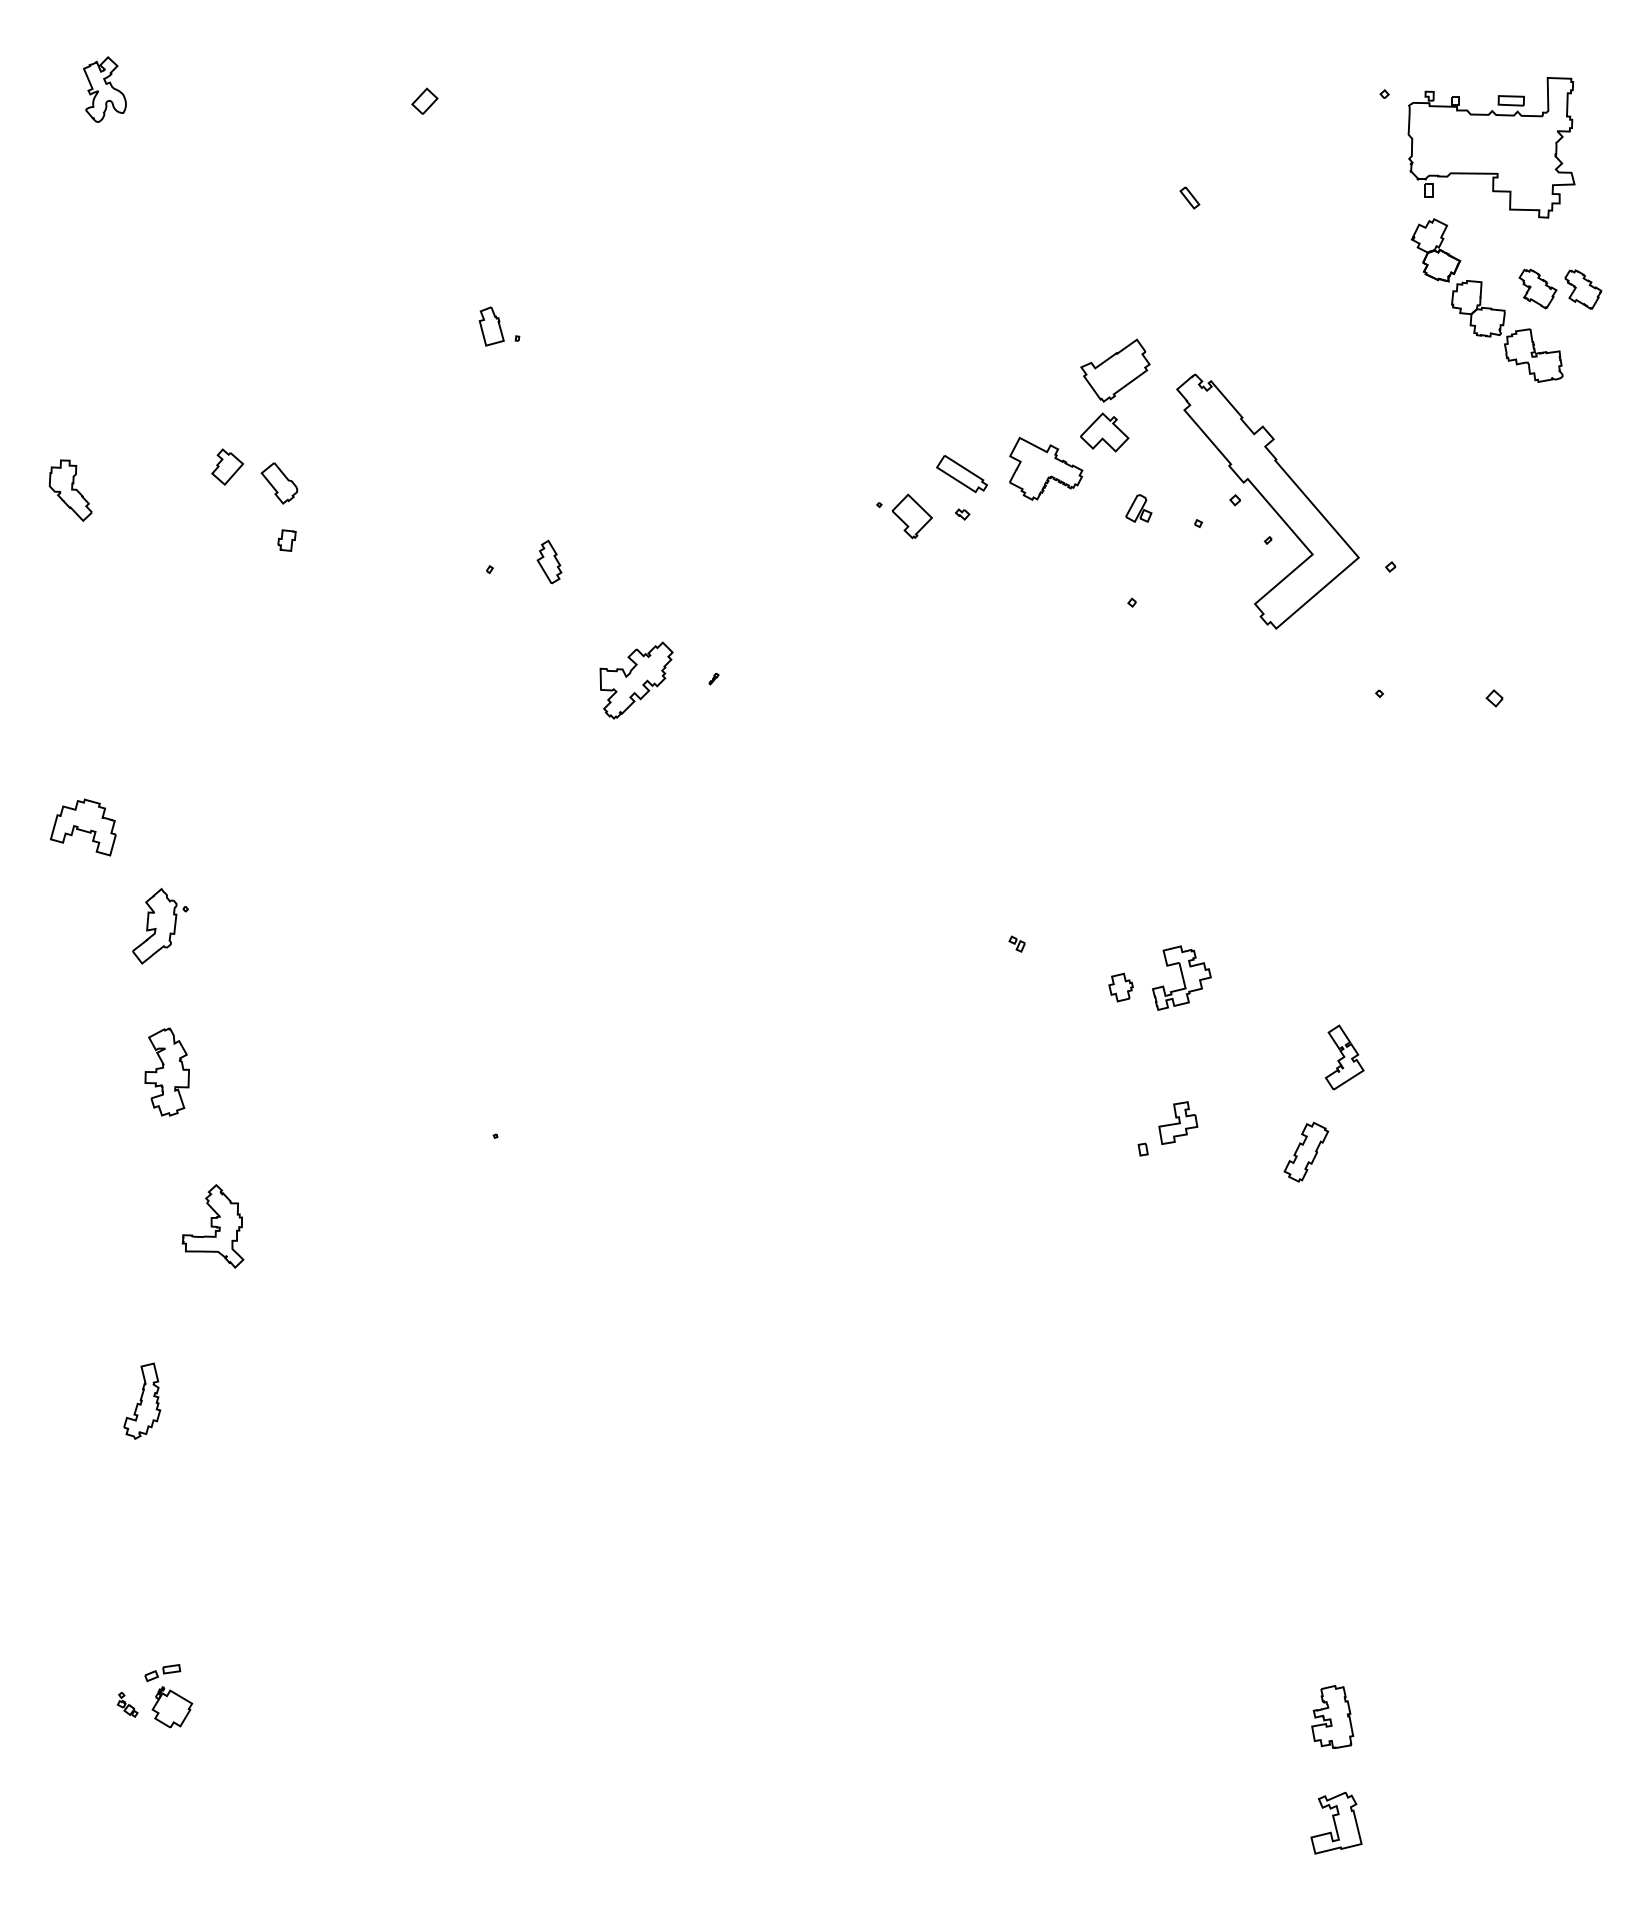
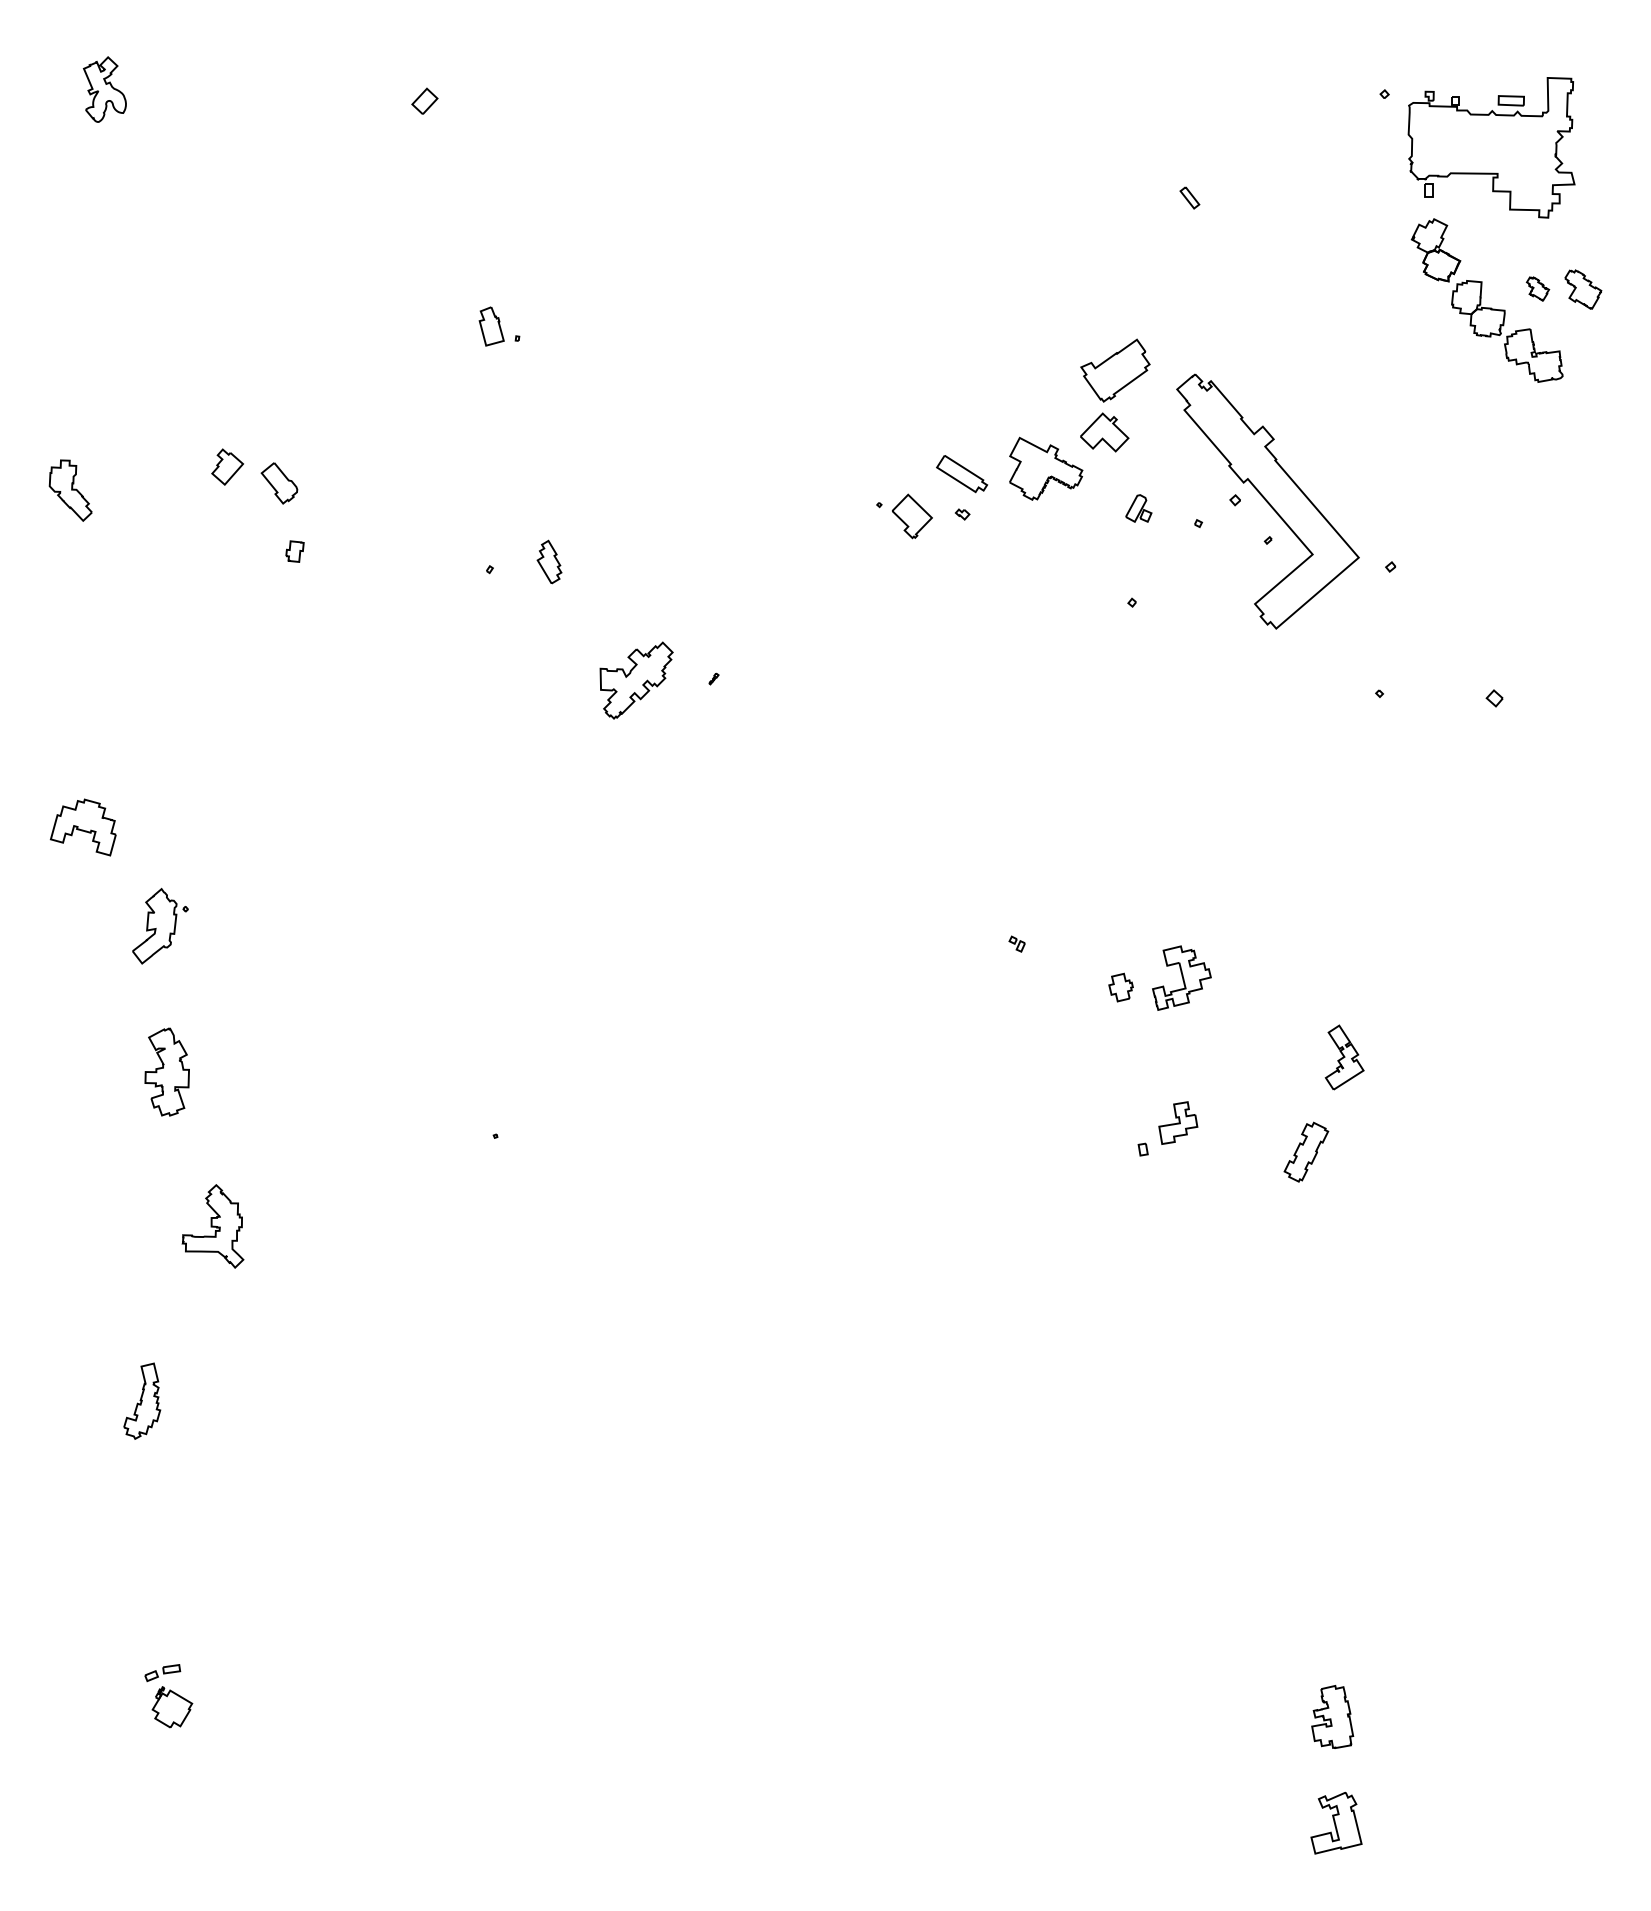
part at (1537, 288) size: 40x42 px -> 26x26 px
part at (286, 540) position: (286, 540) -> (294, 551)
part at (127, 1704): present -> none
